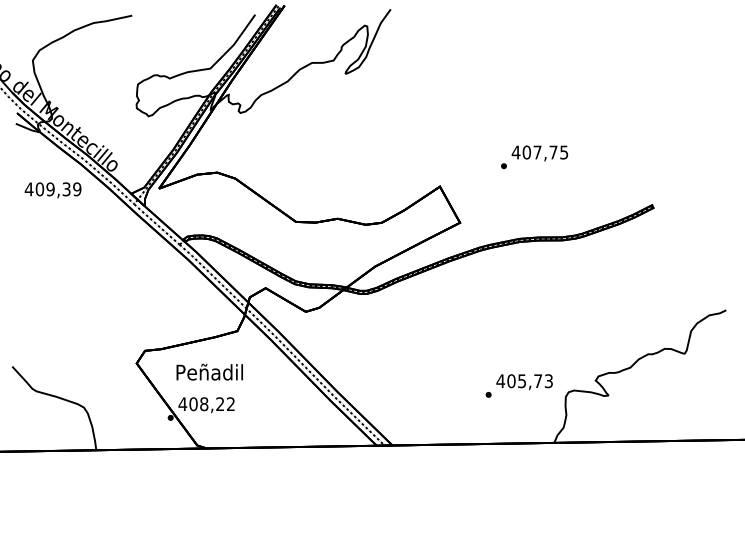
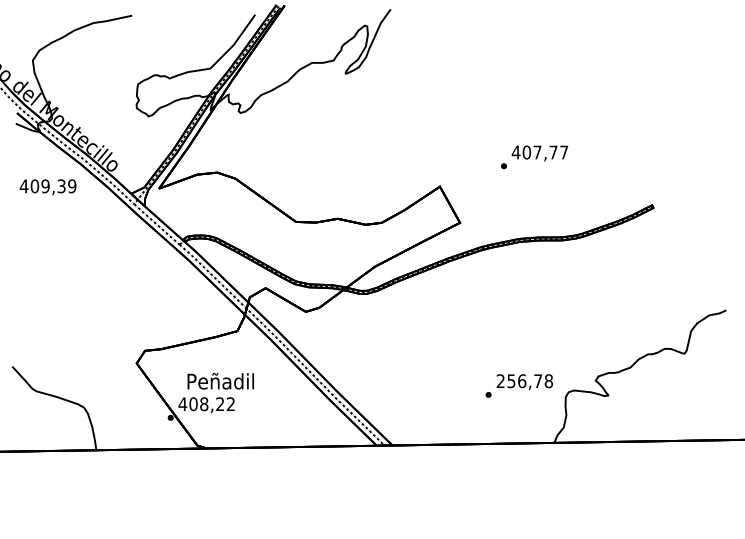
text at (564, 152): 407,75 -> 407,77
text at (52, 190) position: (52, 190) -> (47, 187)
text at (209, 371) position: (209, 371) -> (220, 380)
text at (524, 381): 405,73 -> 256,78
